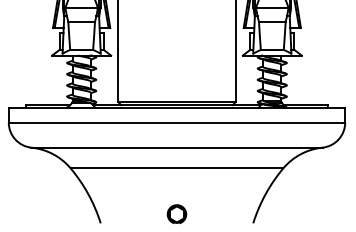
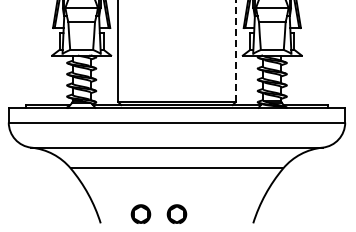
line at (235, 51): solid -> dashed
part at (140, 213): none -> present
